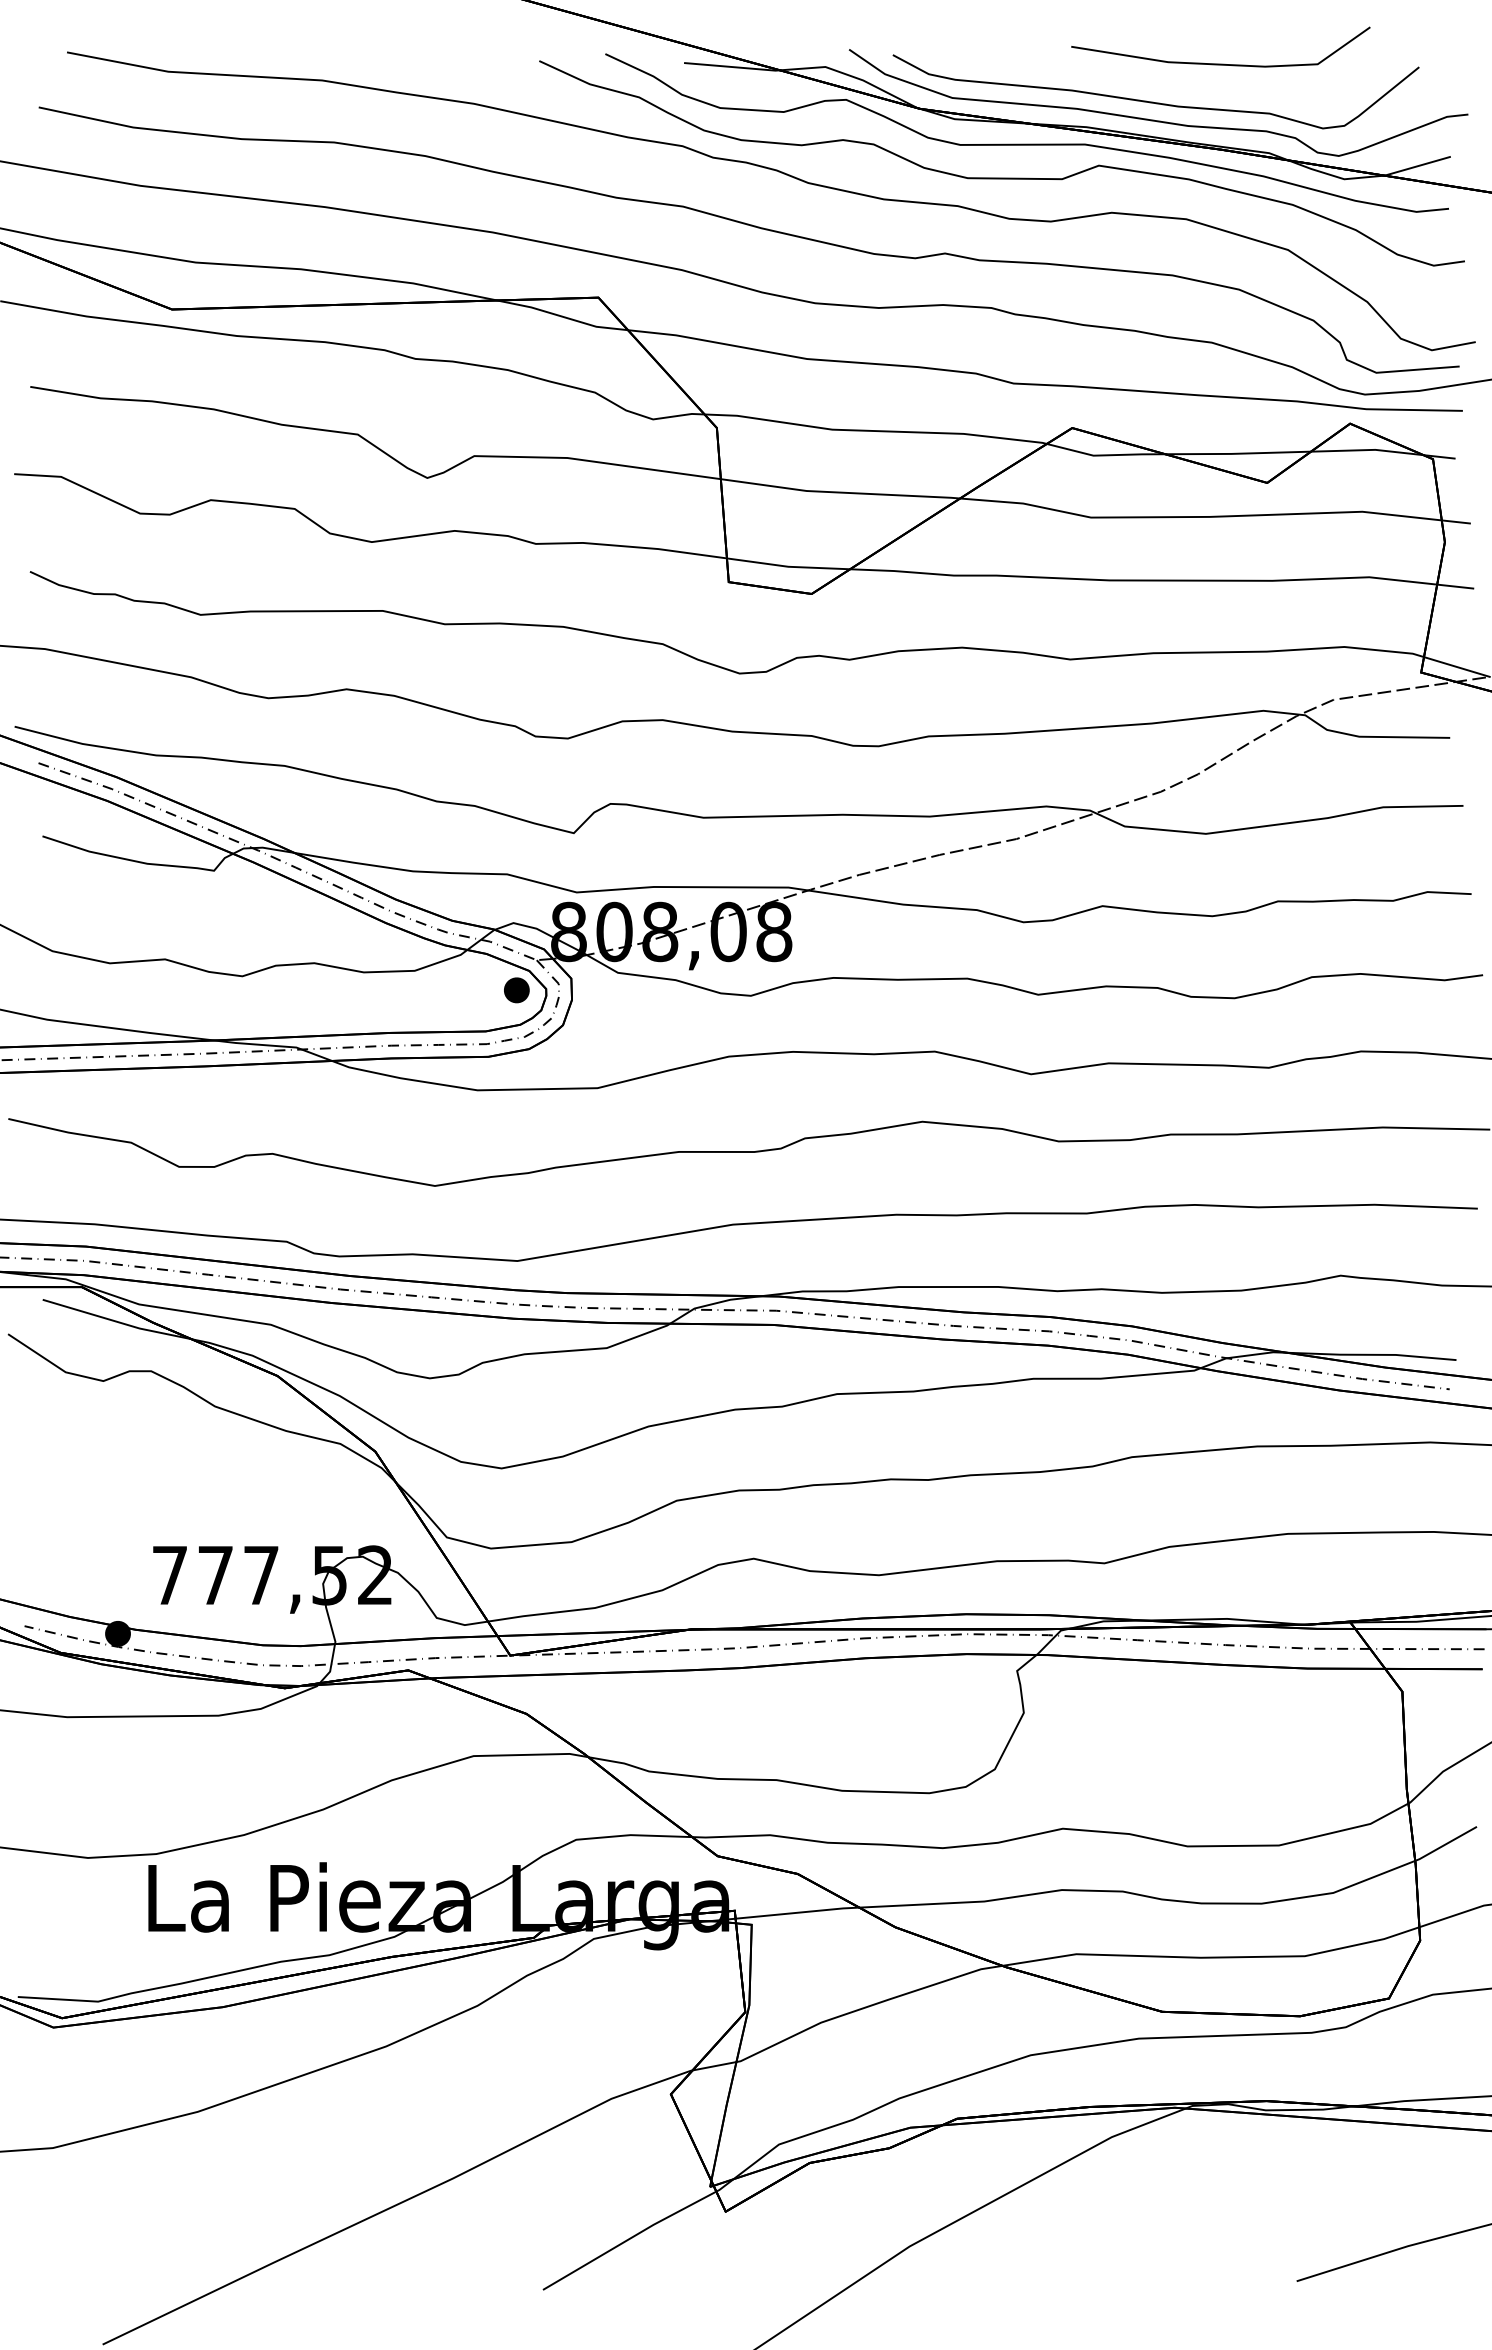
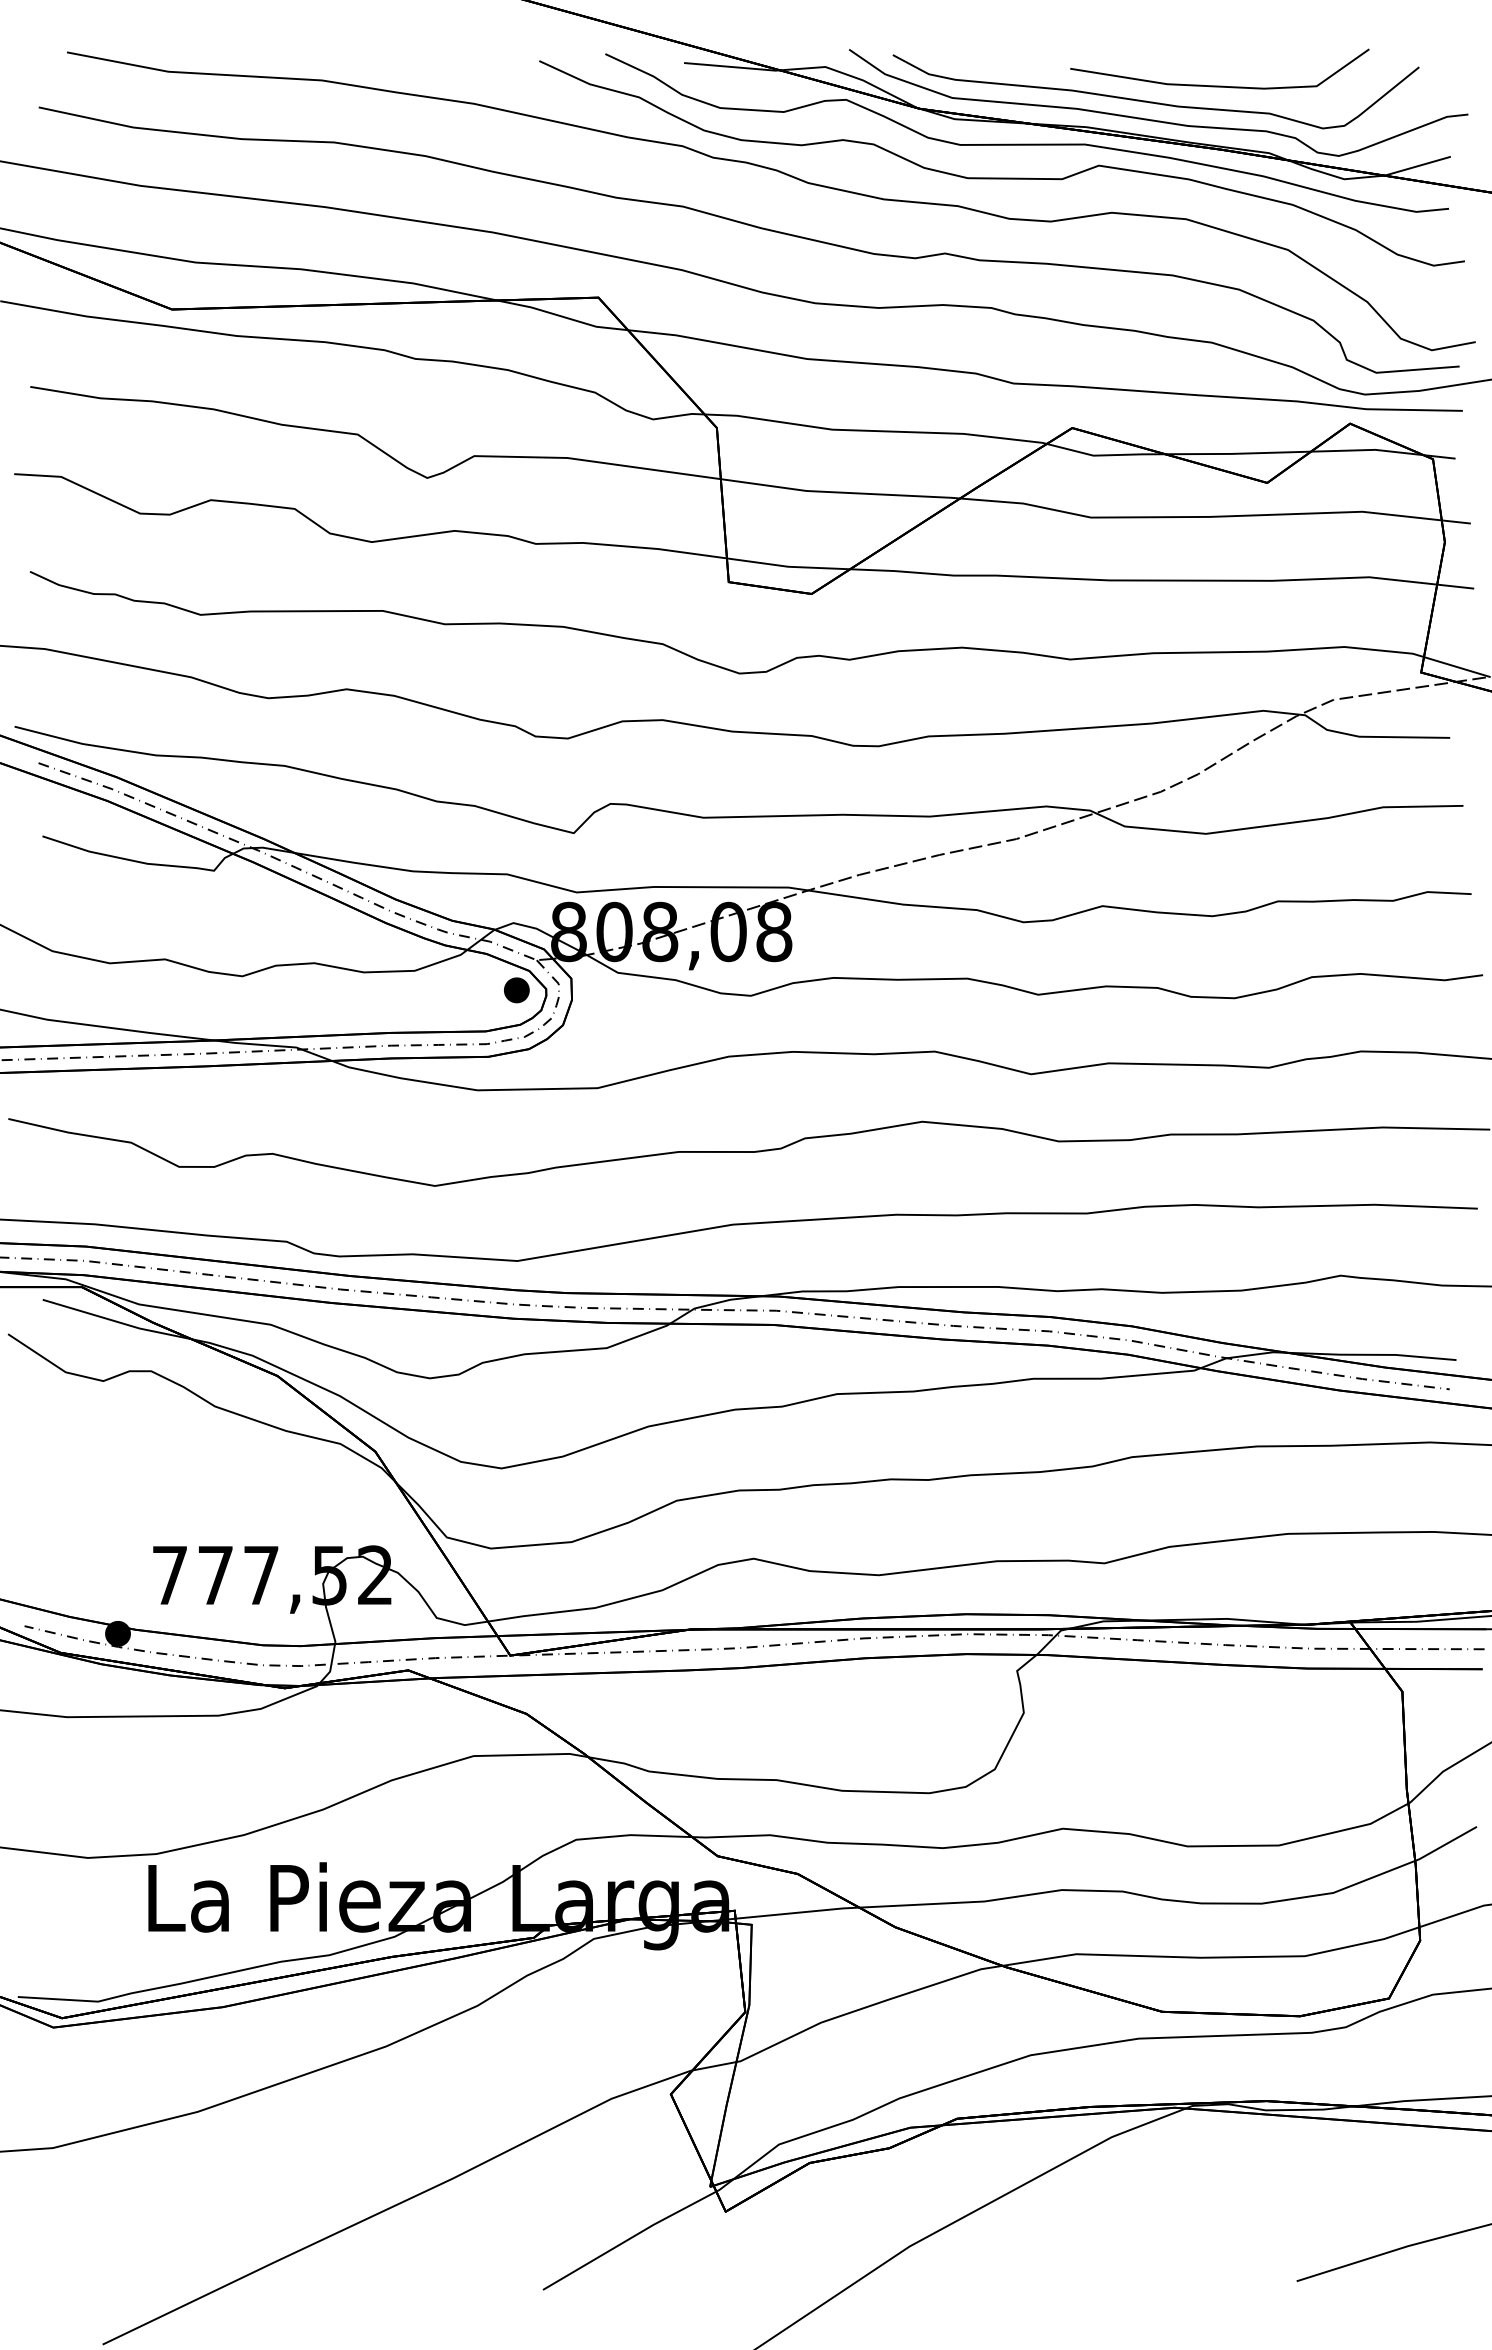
line at (1220, 63) position: (1220, 63) -> (1219, 85)
